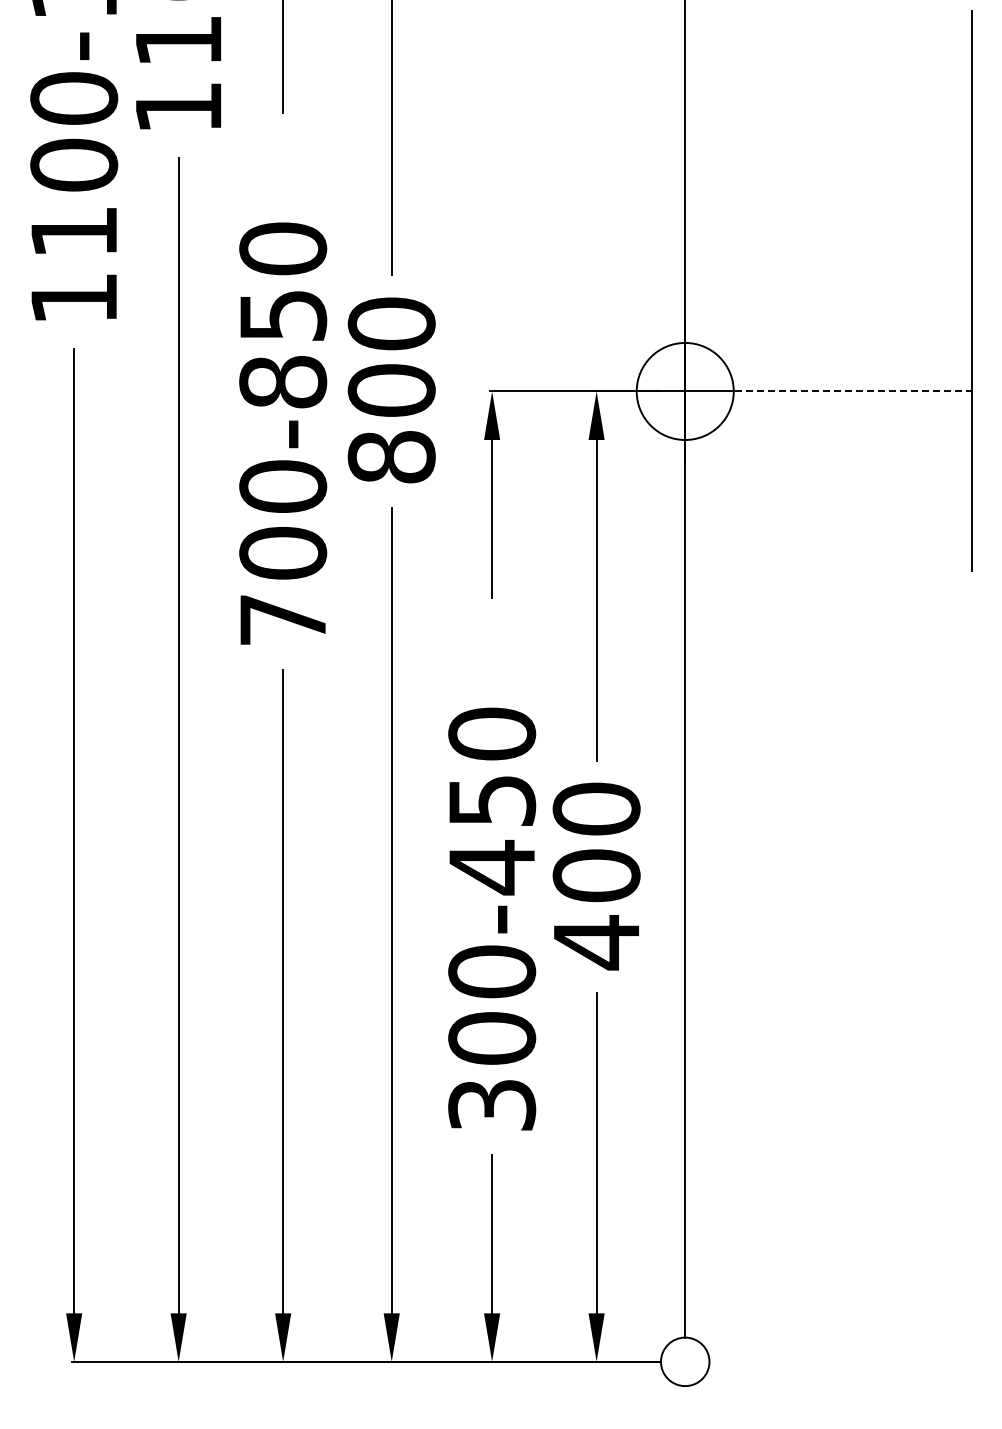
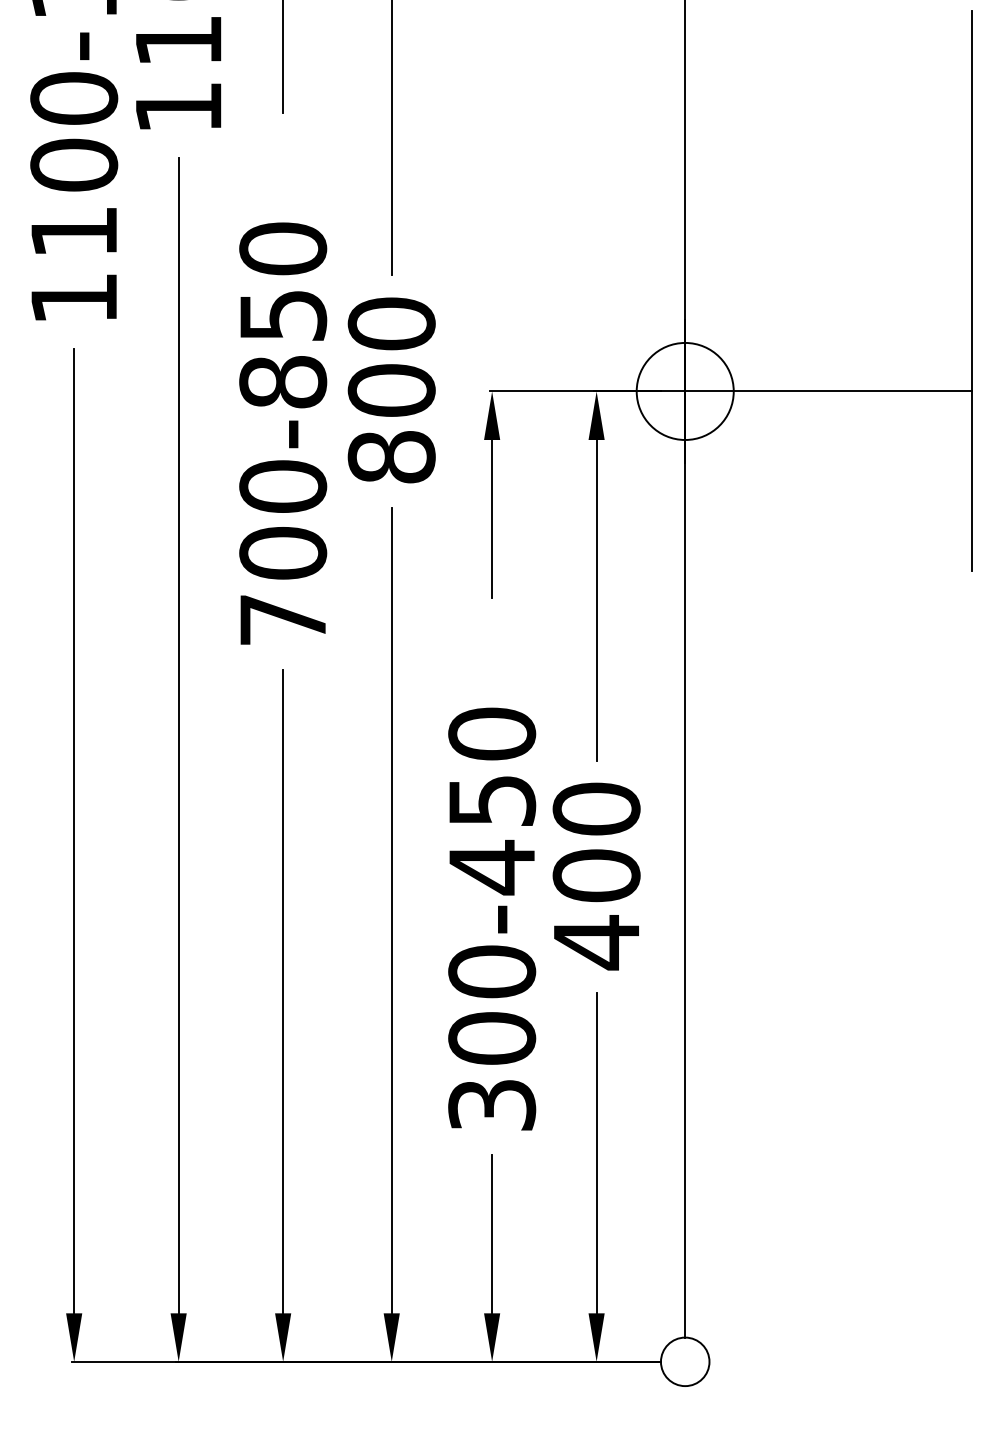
line at (854, 391): dashed -> solid
